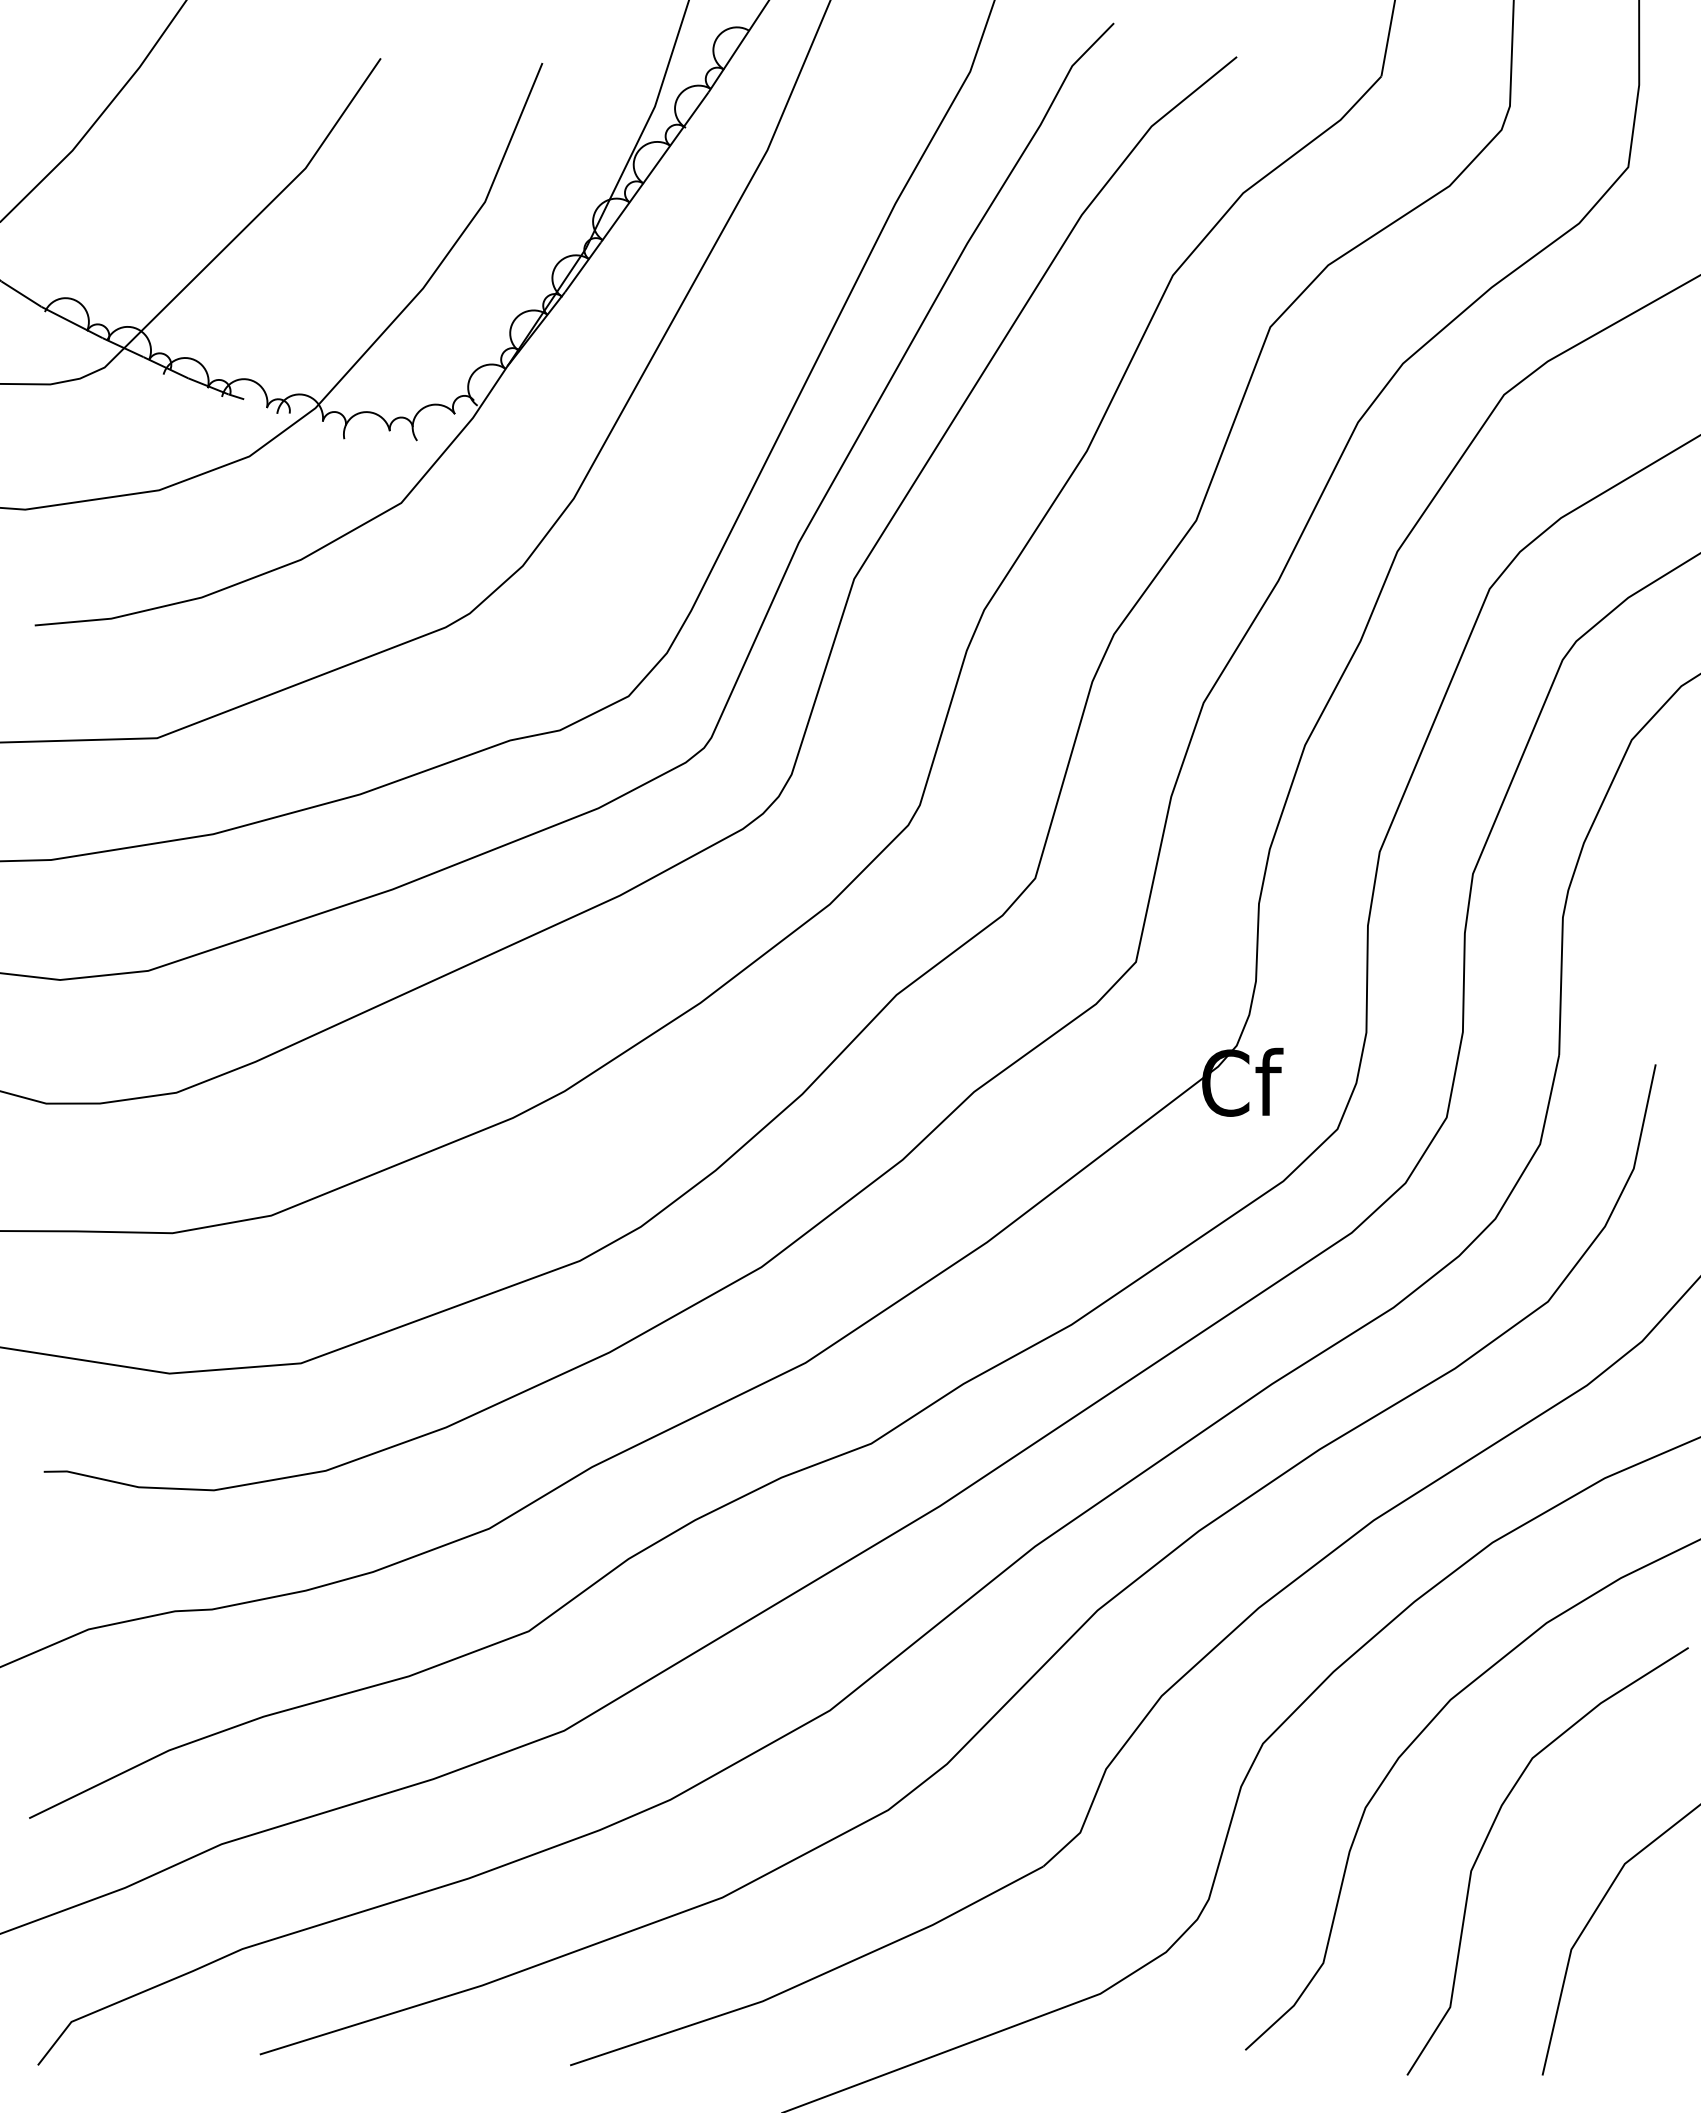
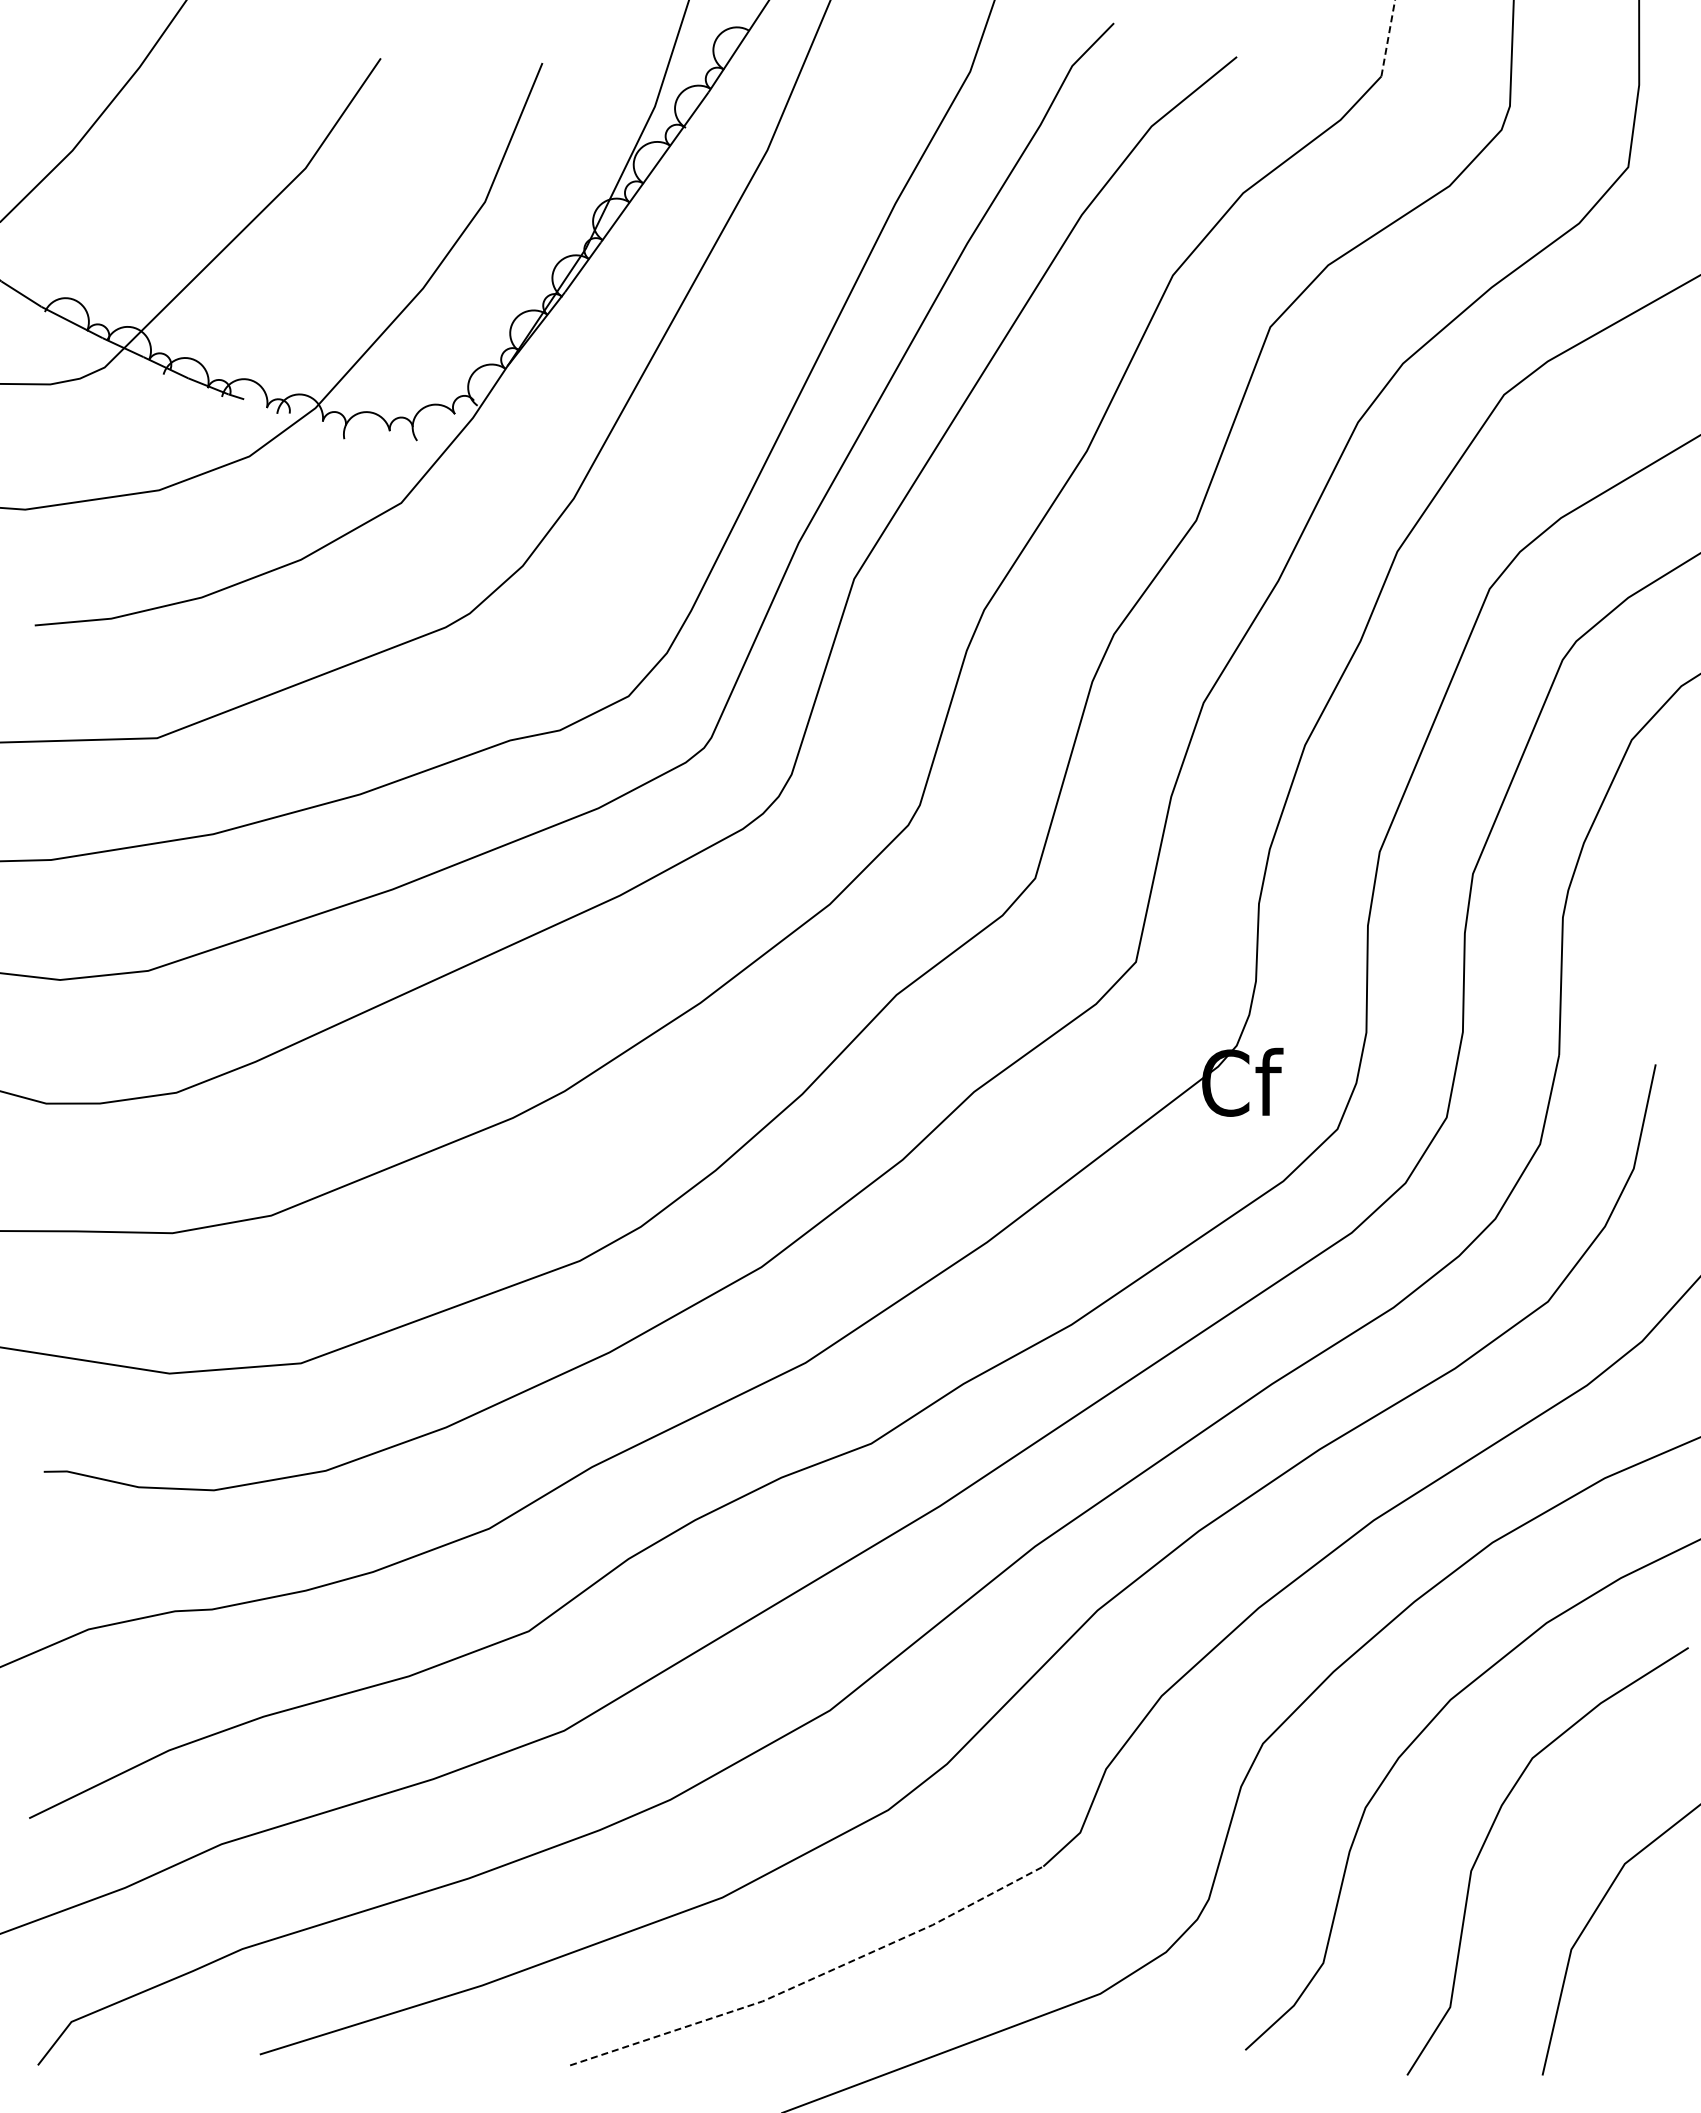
line at (1388, 38): solid -> dashed
line at (812, 1978): solid -> dashed
